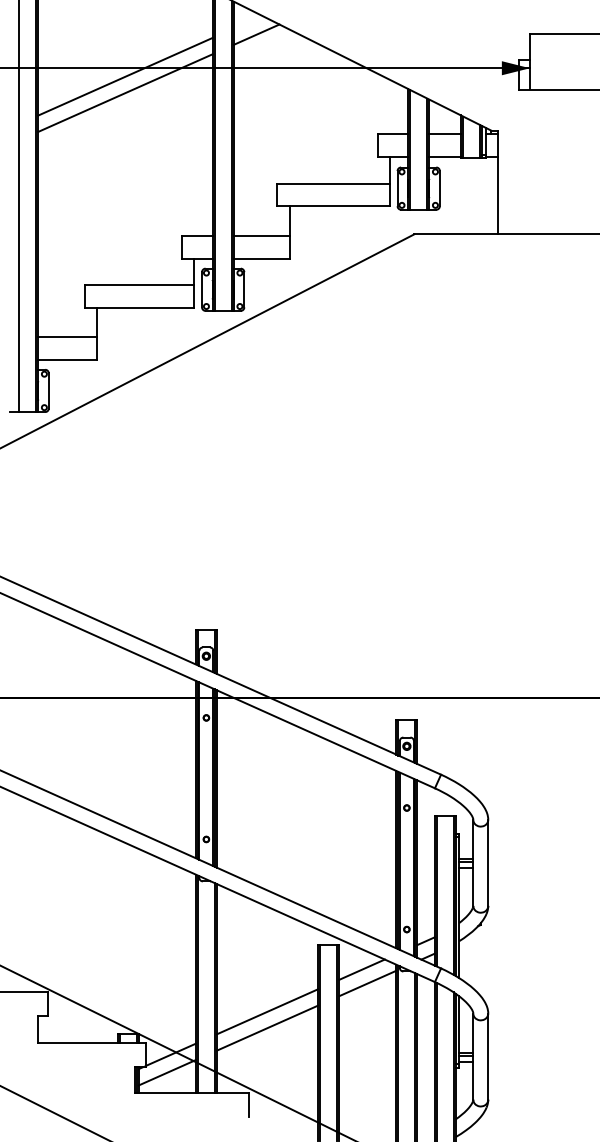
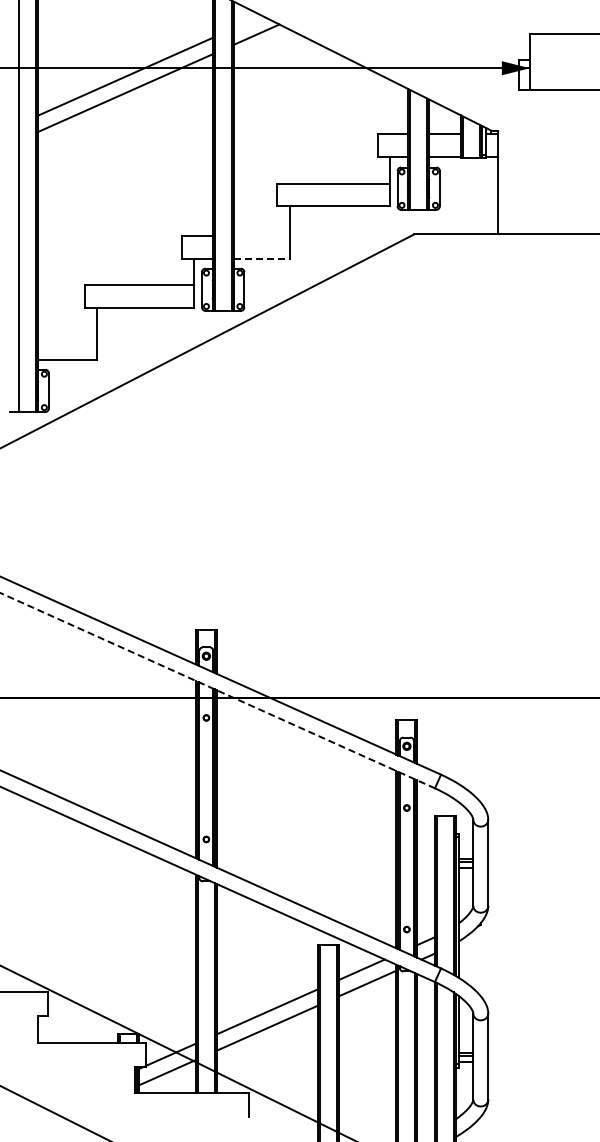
line at (261, 235): present -> none
line at (262, 258): solid -> dashed
line at (67, 337): present -> none
line at (217, 690): solid -> dashed
